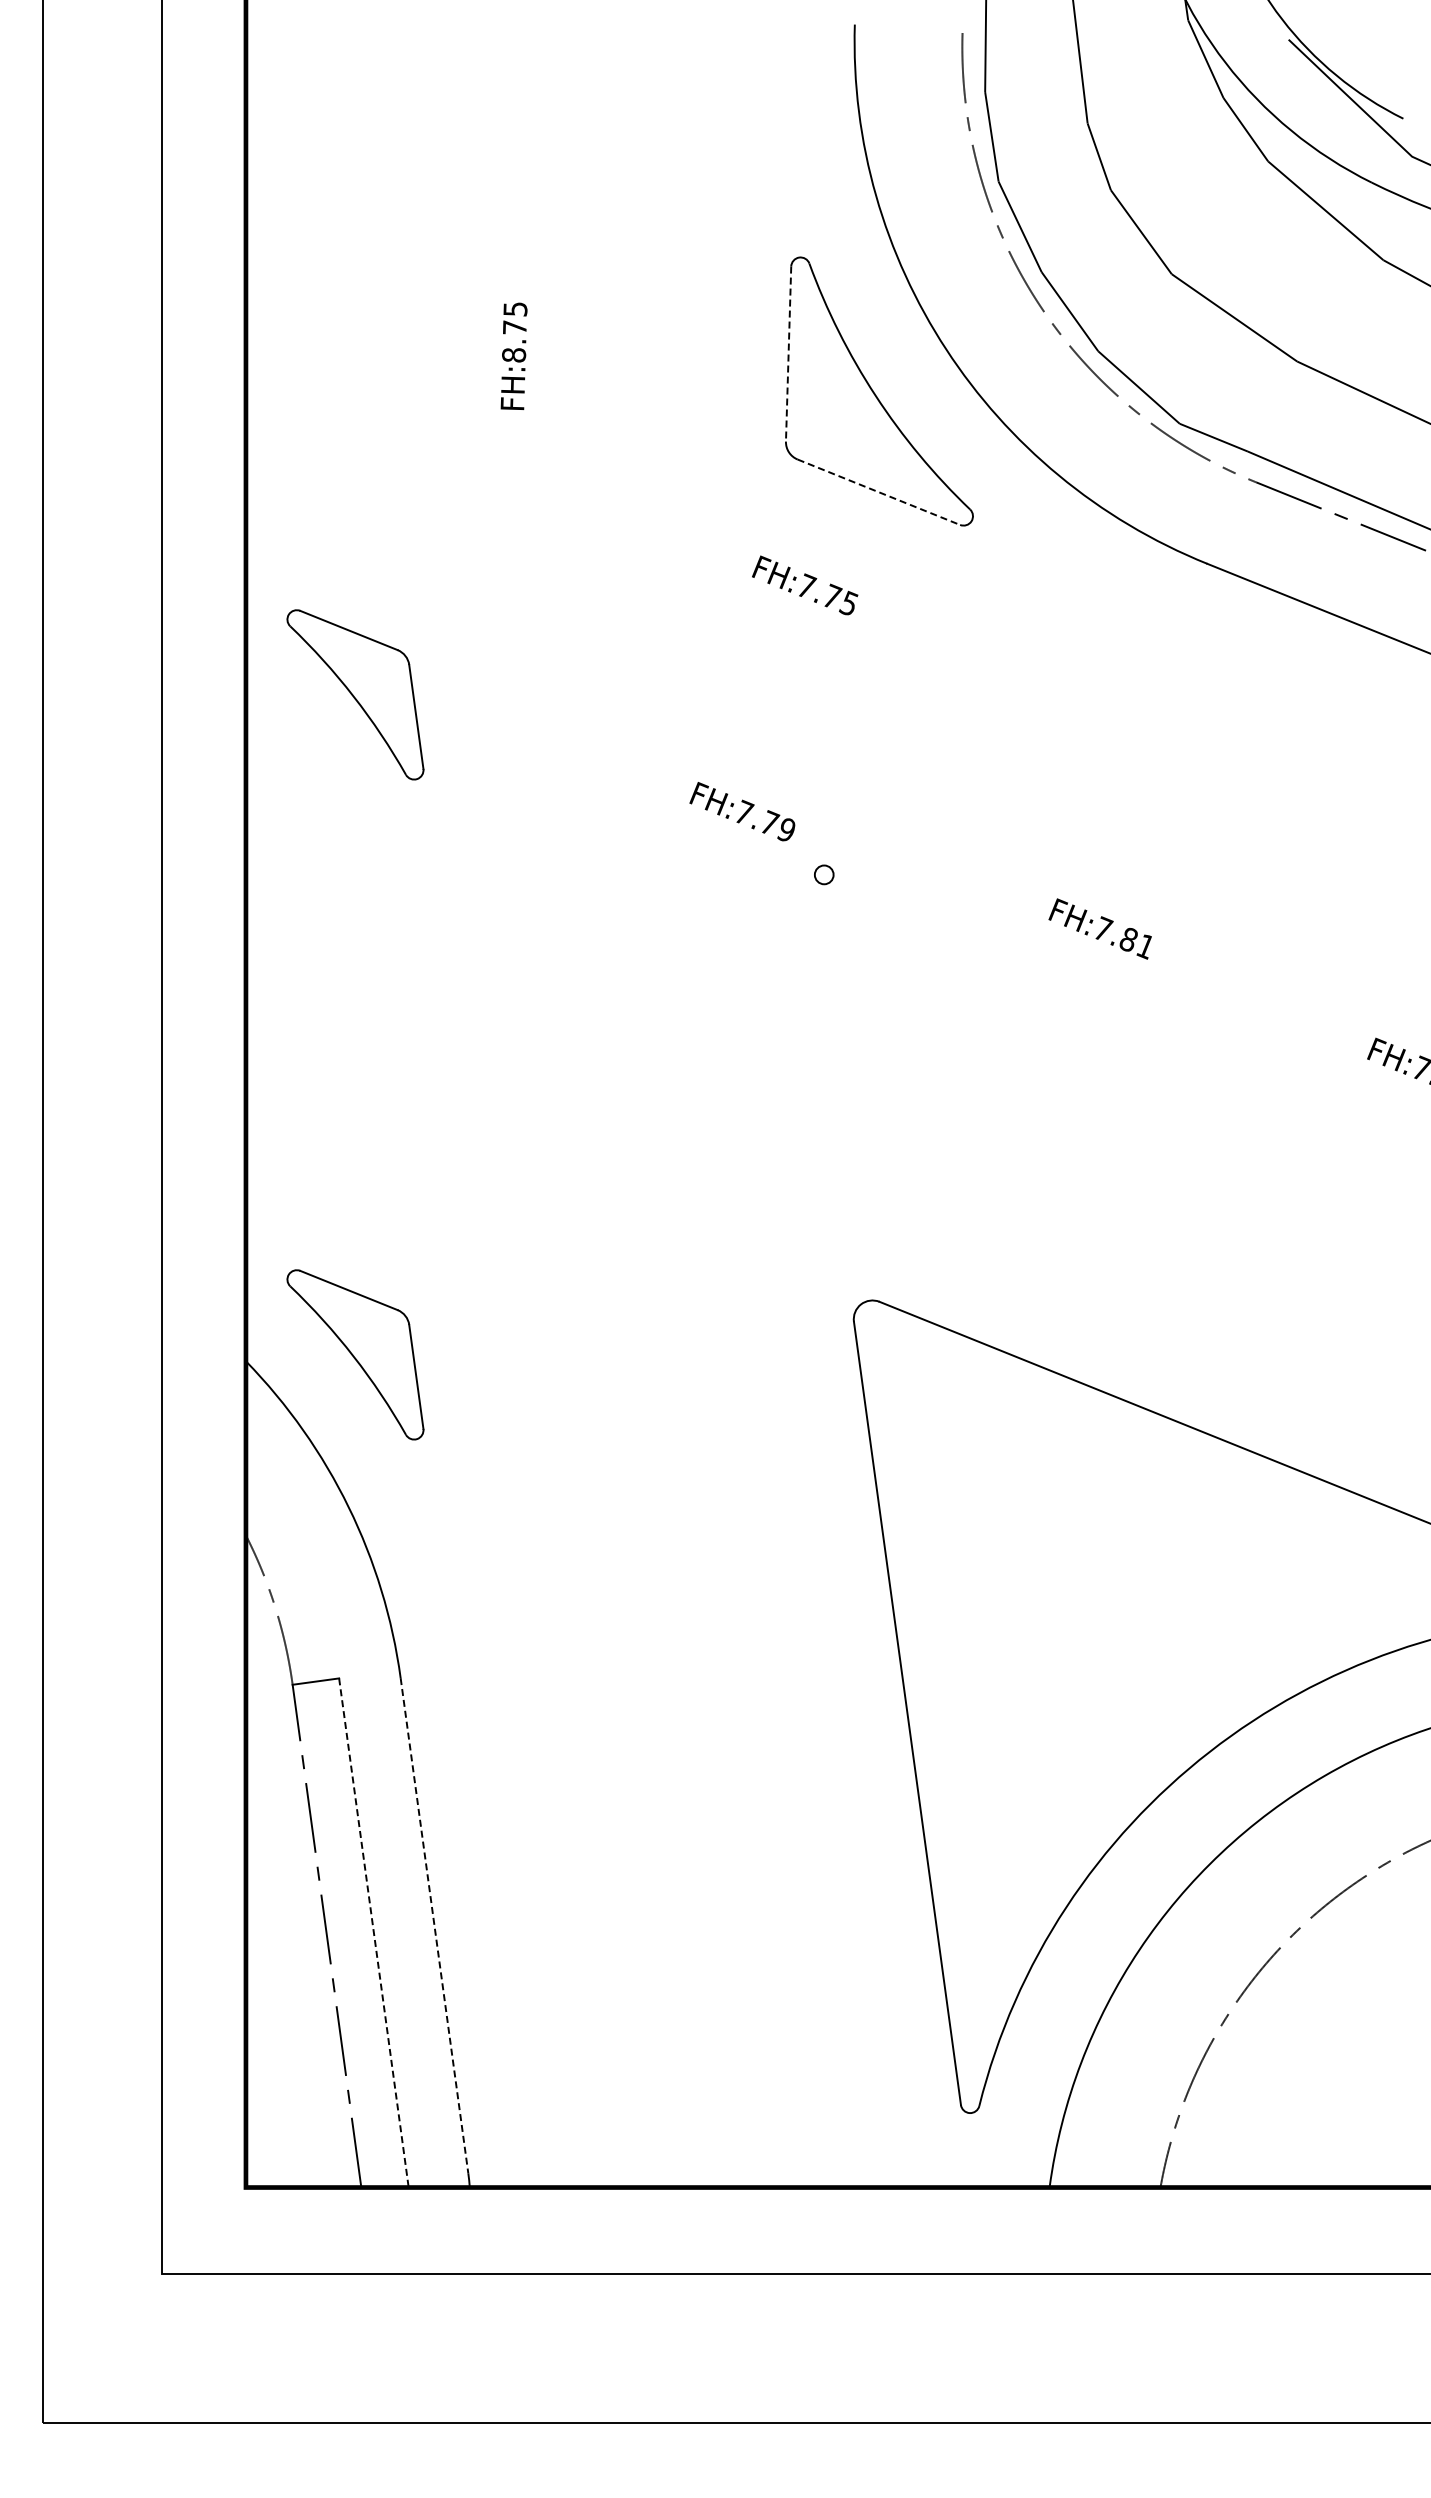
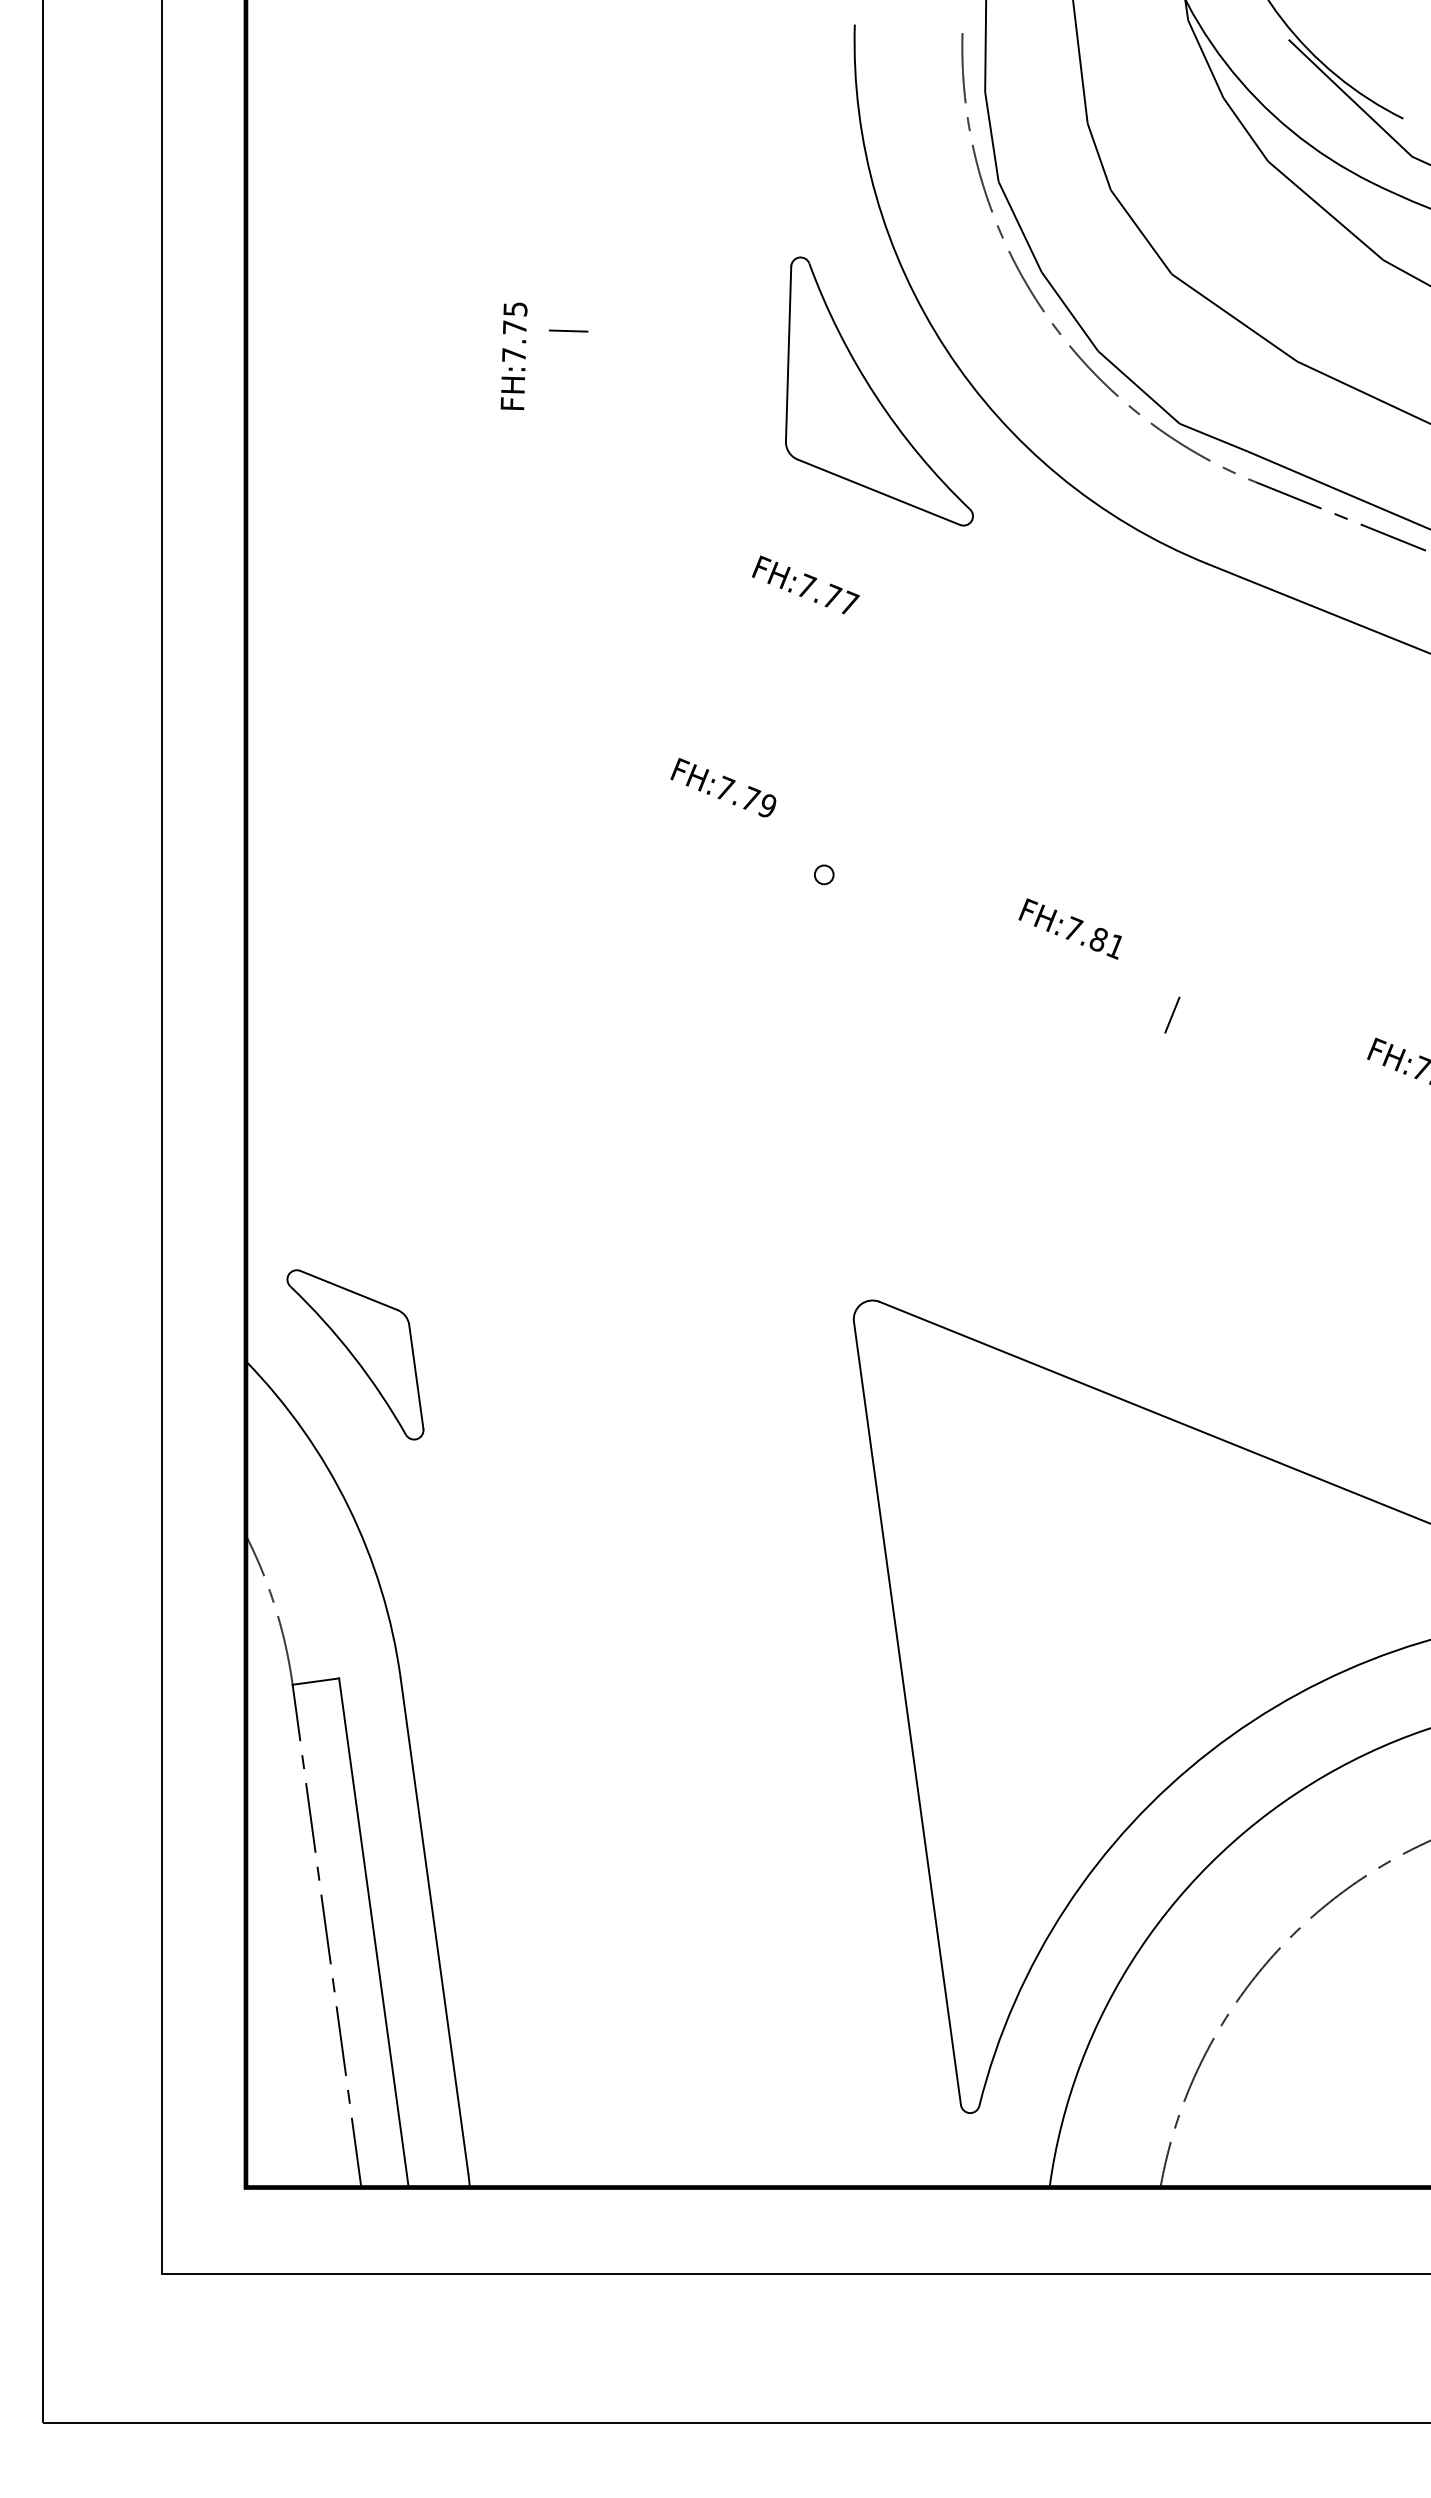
line at (568, 330): none -> present
line at (788, 354): dashed -> solid
text at (514, 355): FH:8.75 -> FH:7.75
line at (878, 492): dashed -> solid
text at (849, 602): FH:7.75 -> FH:7.77
part at (355, 694): present -> none
text at (742, 811) position: (742, 811) -> (723, 787)
text at (1099, 928) position: (1099, 928) -> (1069, 928)
line at (1172, 1014): none -> present
line at (434, 1925): dashed -> solid
line at (373, 1932): dashed -> solid
